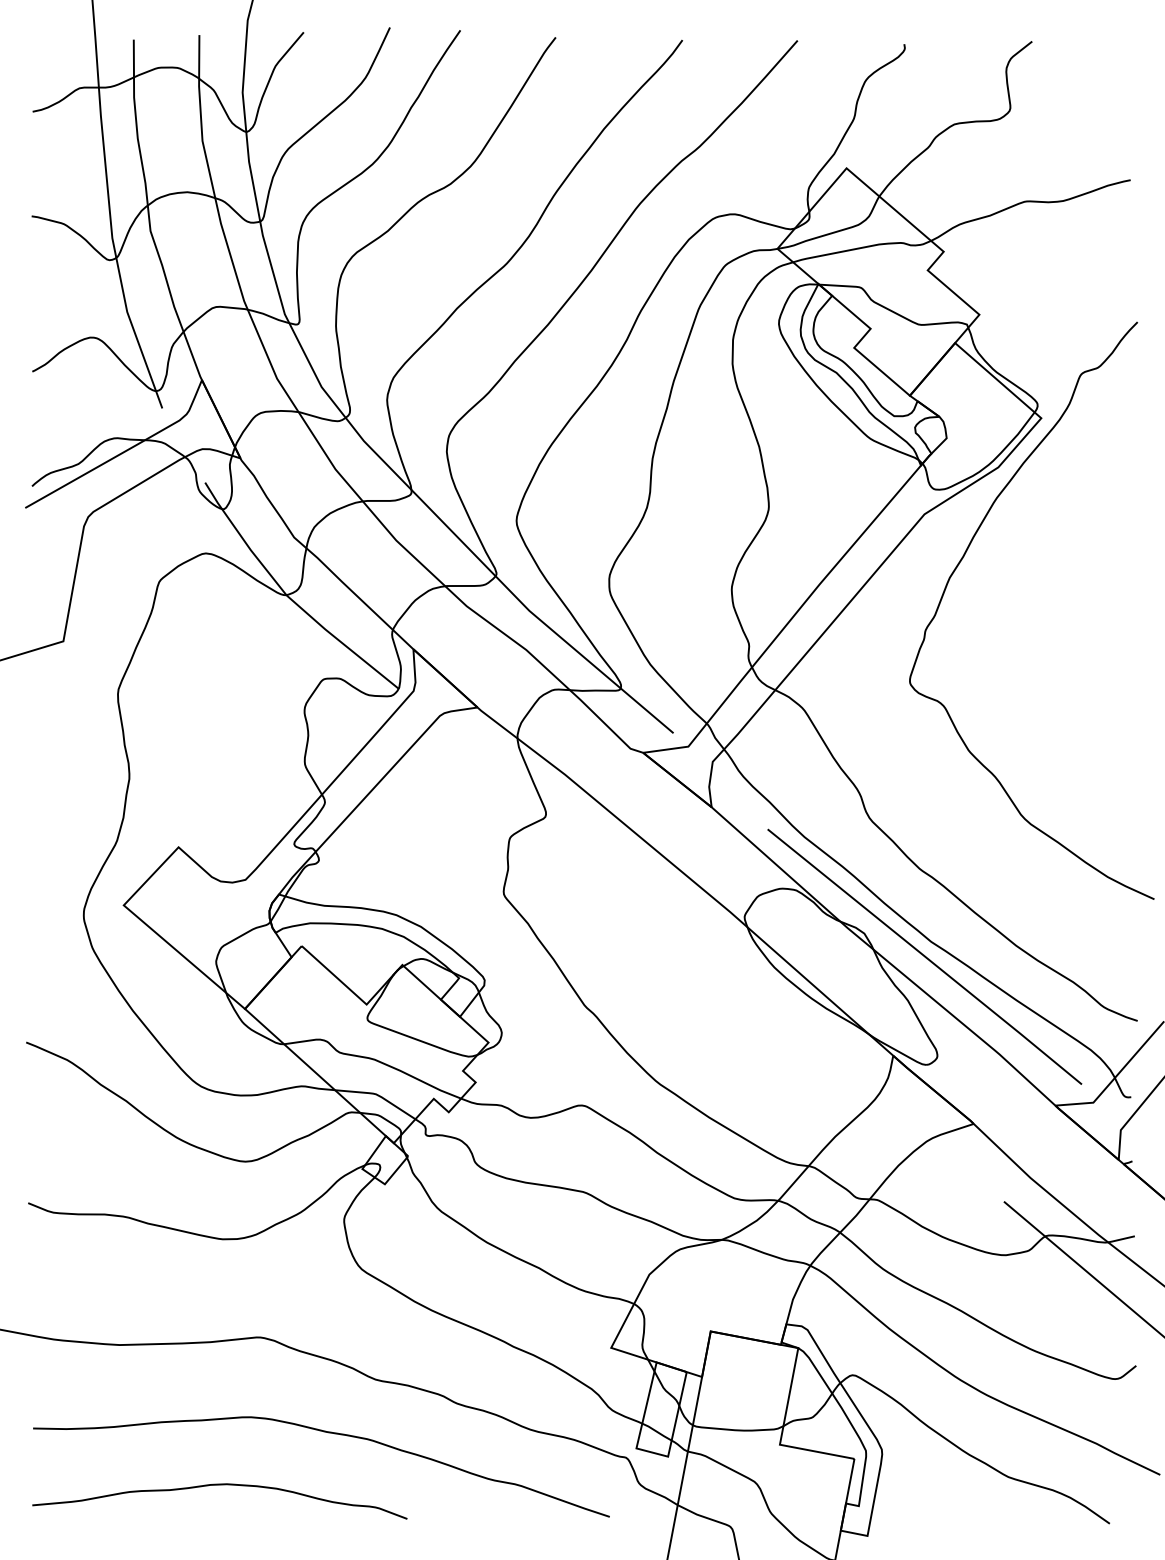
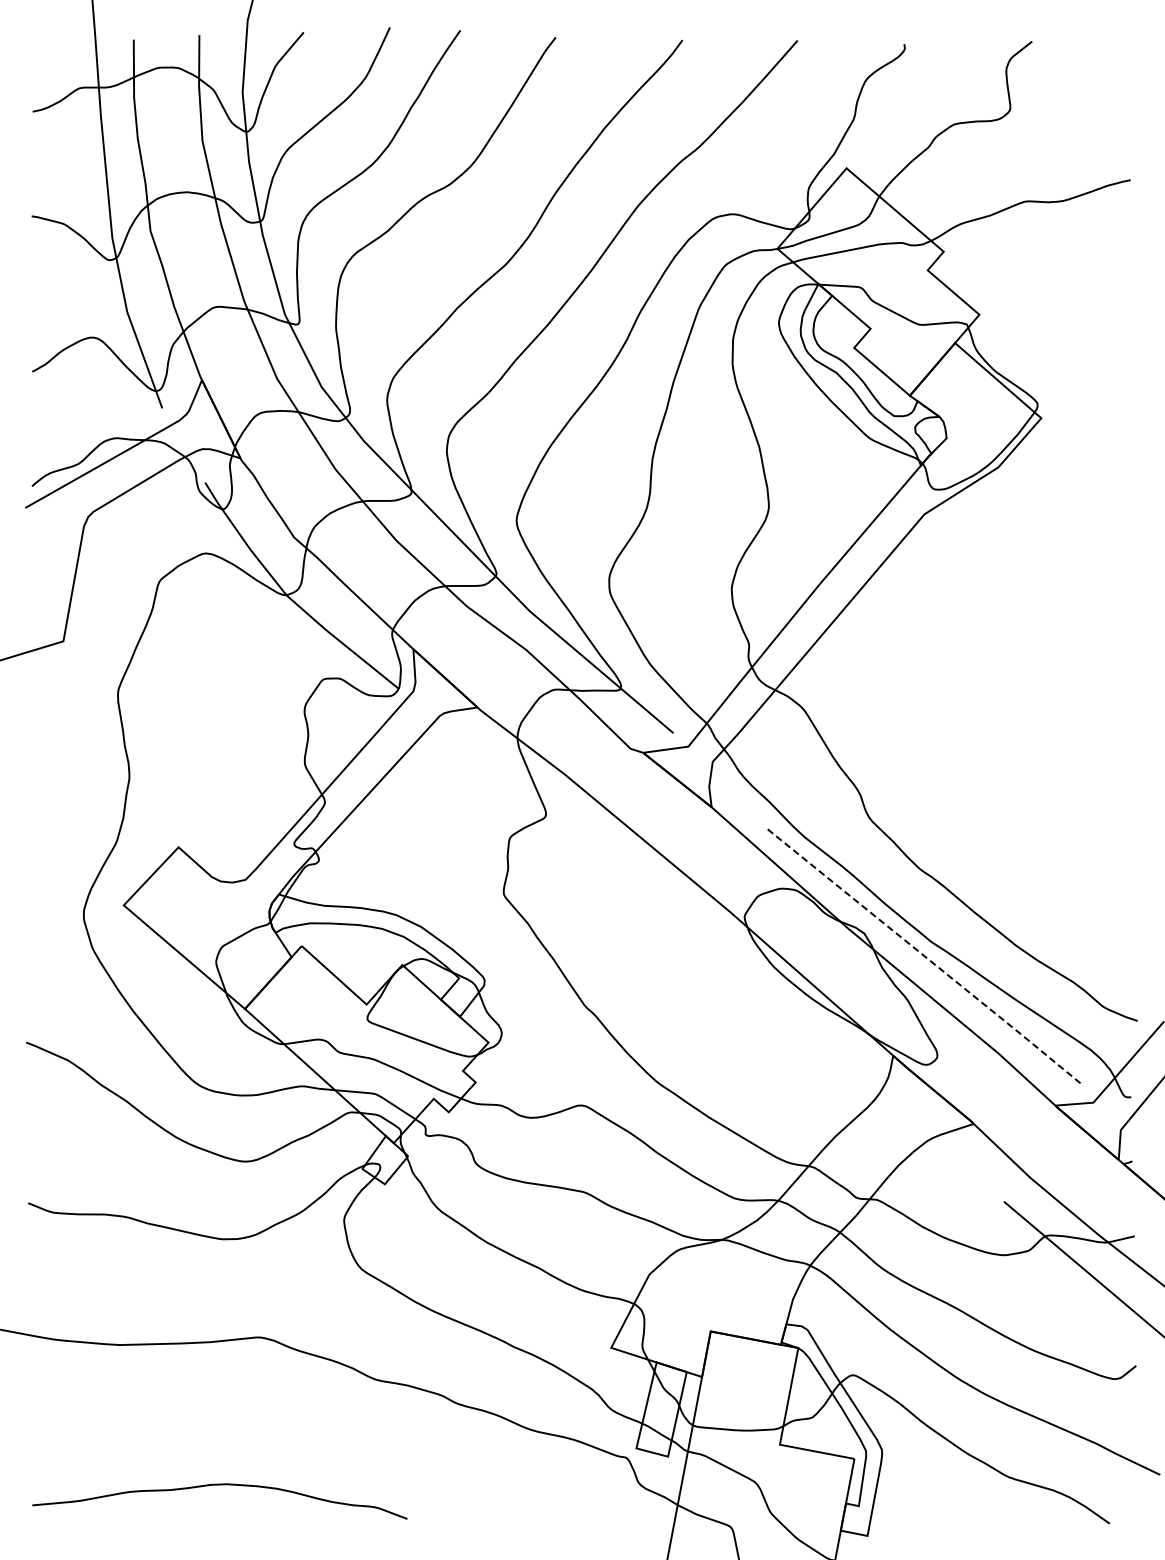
curve at (960, 563): present -> none
line at (925, 957): solid -> dashed
curve at (328, 1433): present -> none
